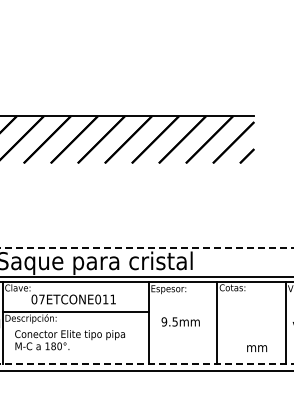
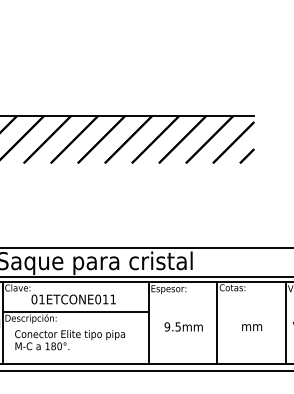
line at (147, 248): dashed -> solid
text at (41, 299): 07ETCONE011 -> 01ETCONE011
text at (180, 321) position: (180, 321) -> (183, 326)
text at (257, 348) position: (257, 348) -> (252, 327)
line at (147, 364): dashed -> solid
